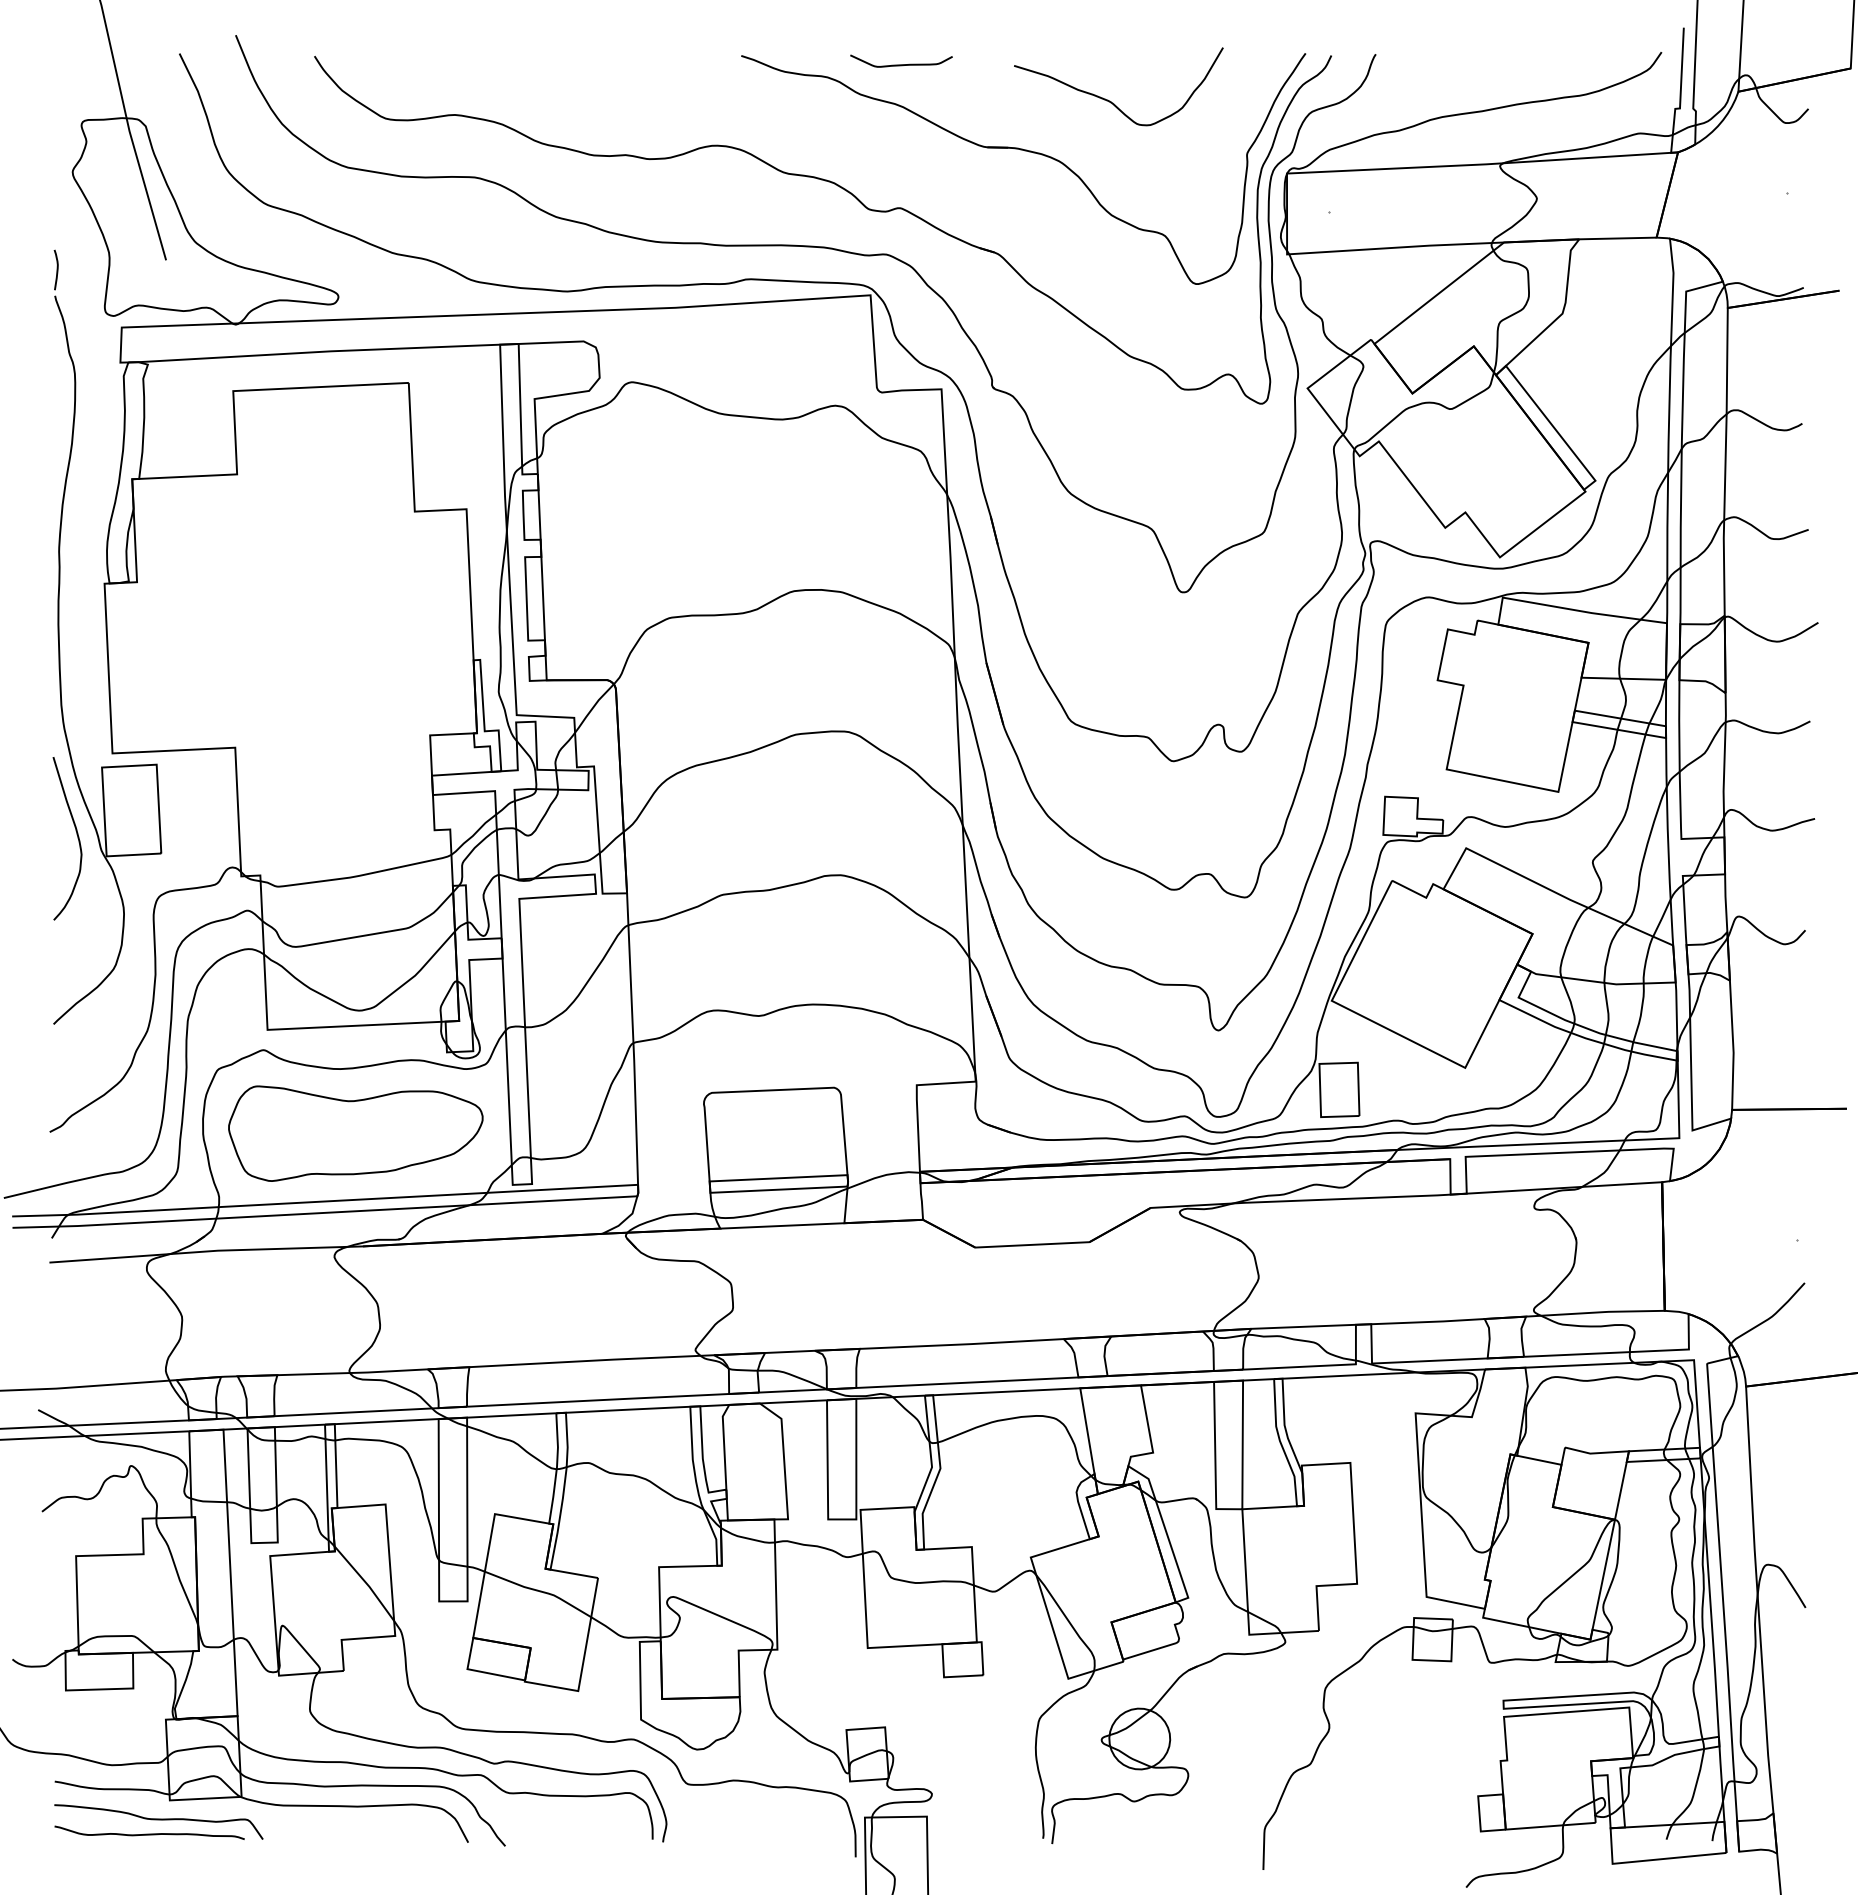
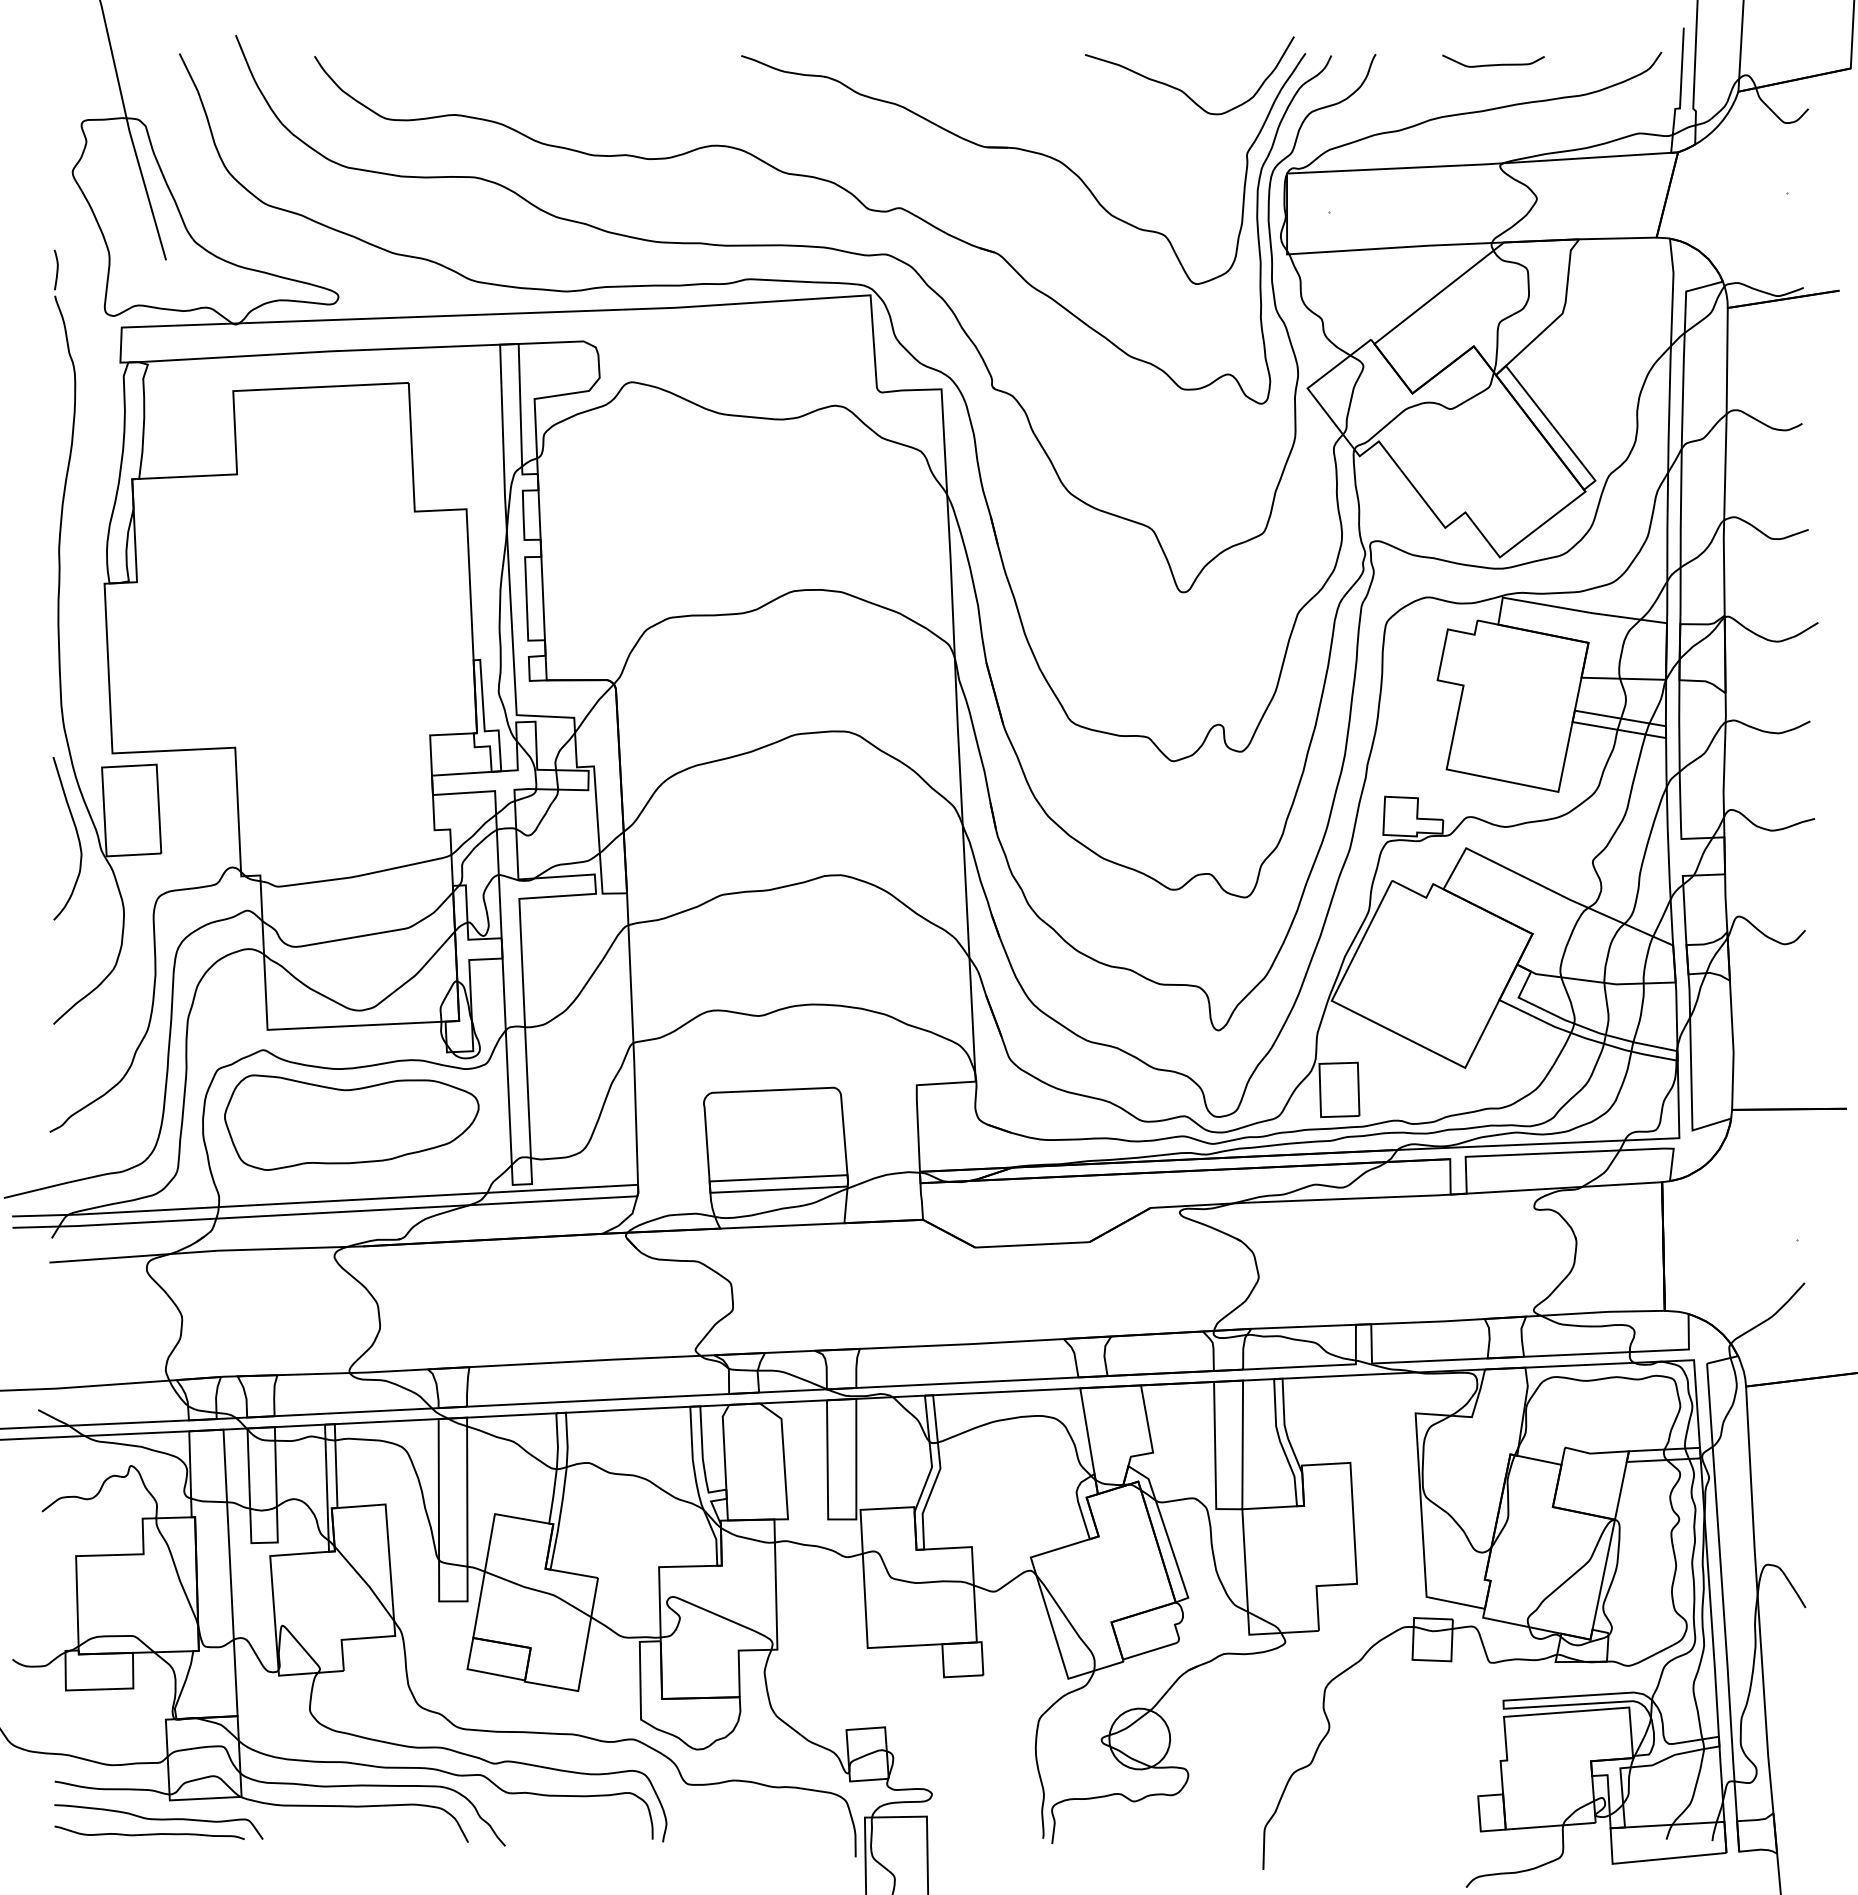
curve at (901, 64) position: (901, 64) -> (1493, 64)
curve at (1111, 101) position: (1111, 101) -> (1182, 90)
part at (355, 1133) position: (355, 1133) -> (351, 1122)
